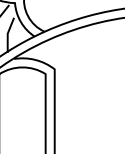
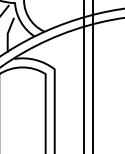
line at (84, 76): none -> present
line at (93, 76): none -> present
